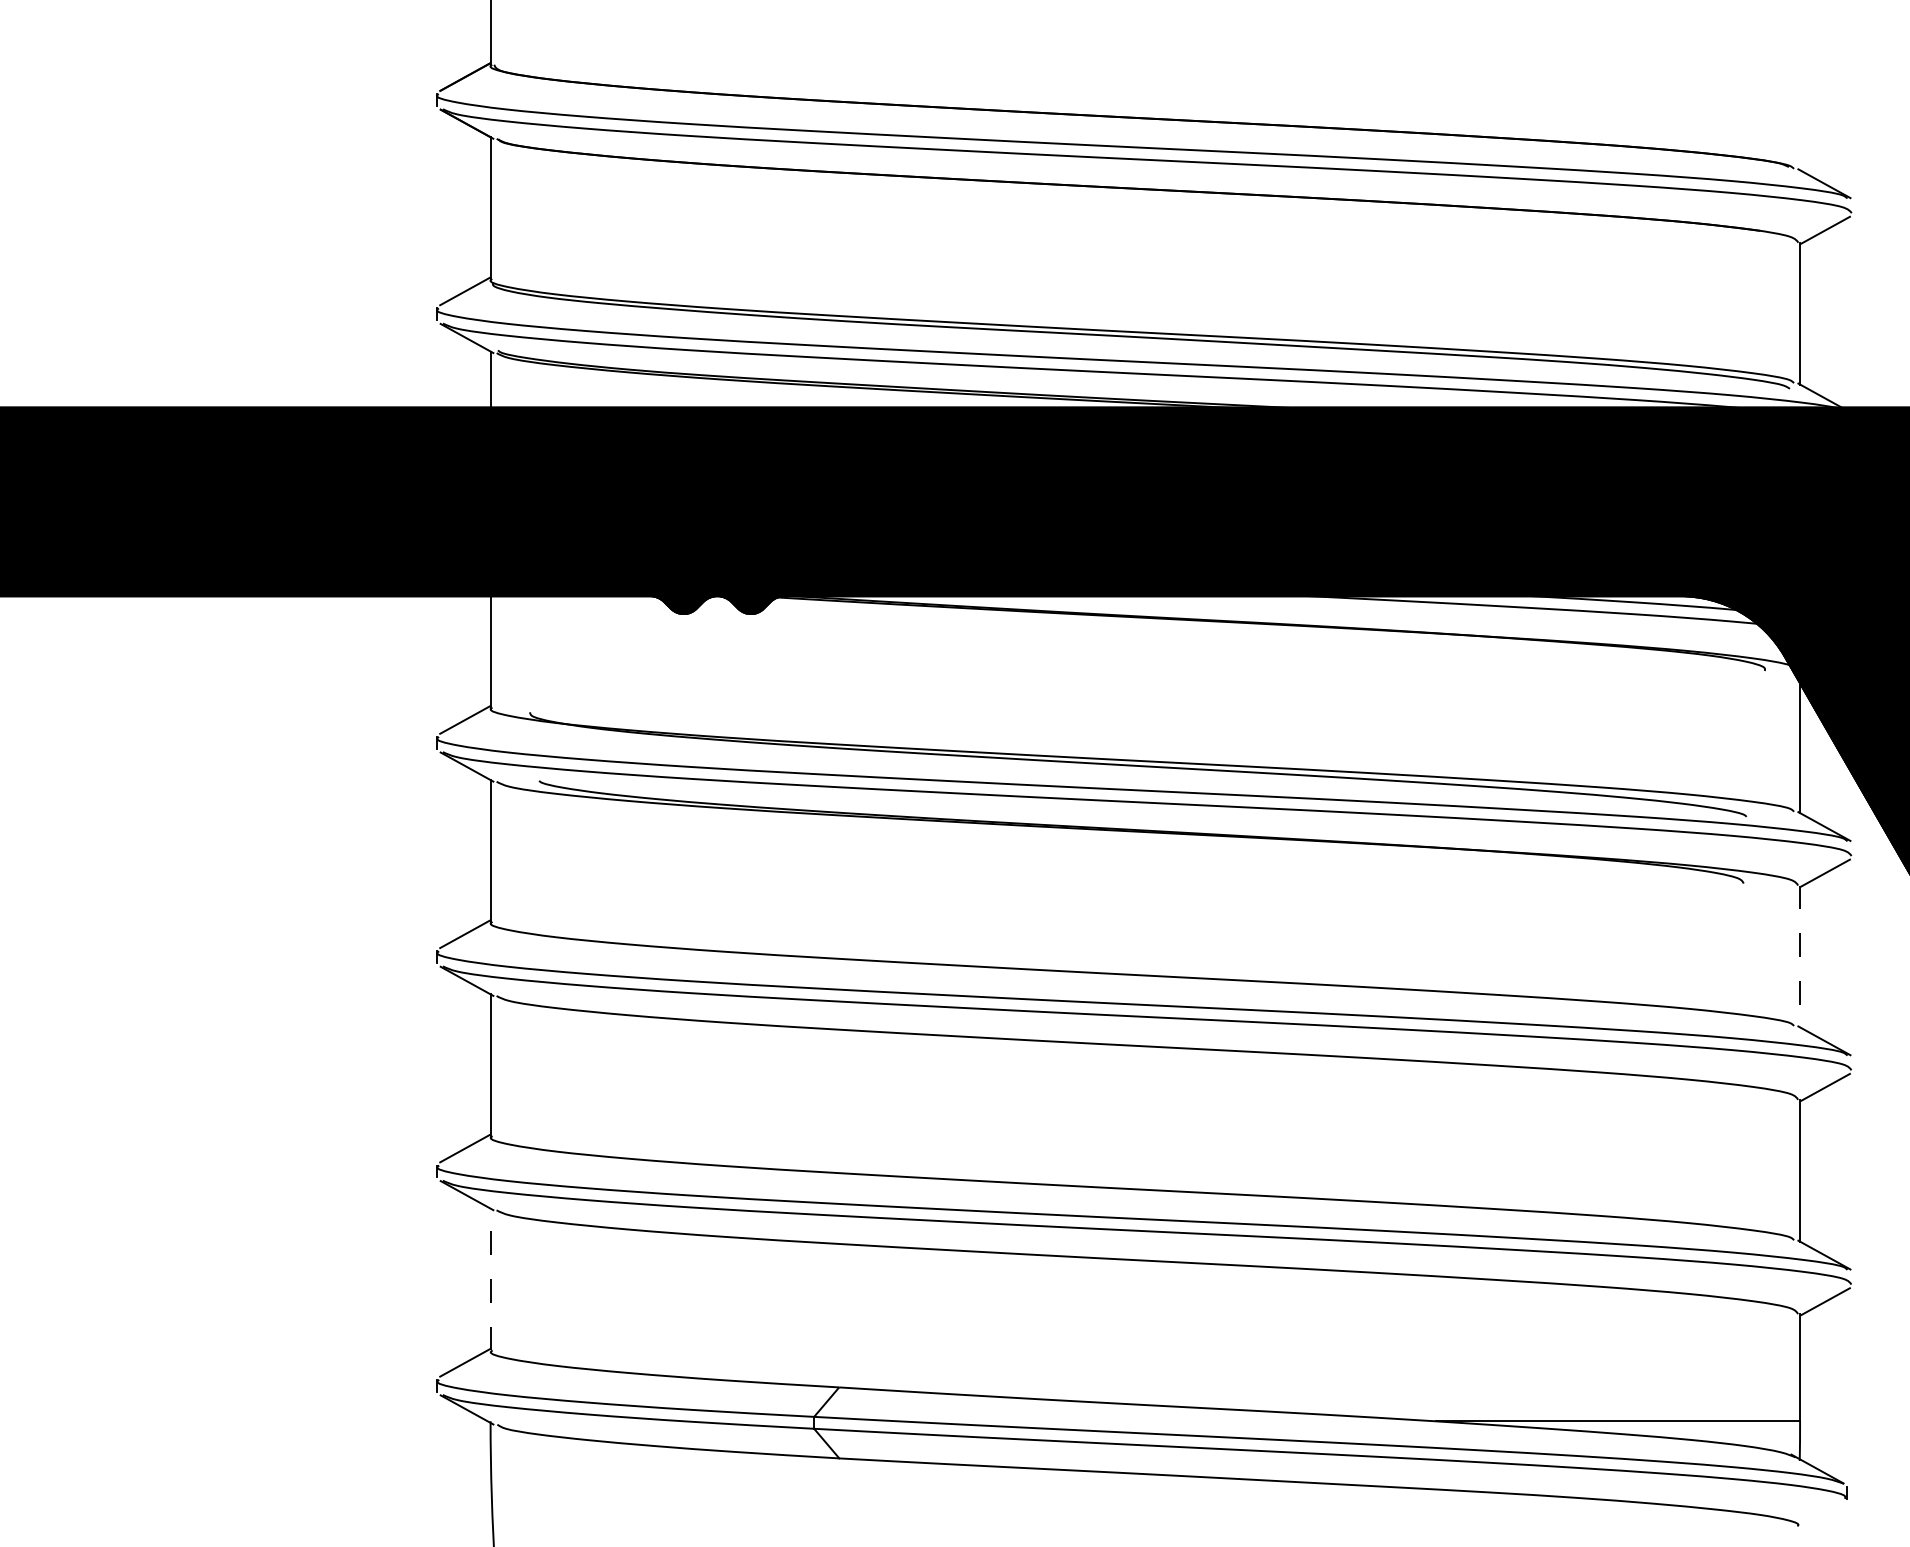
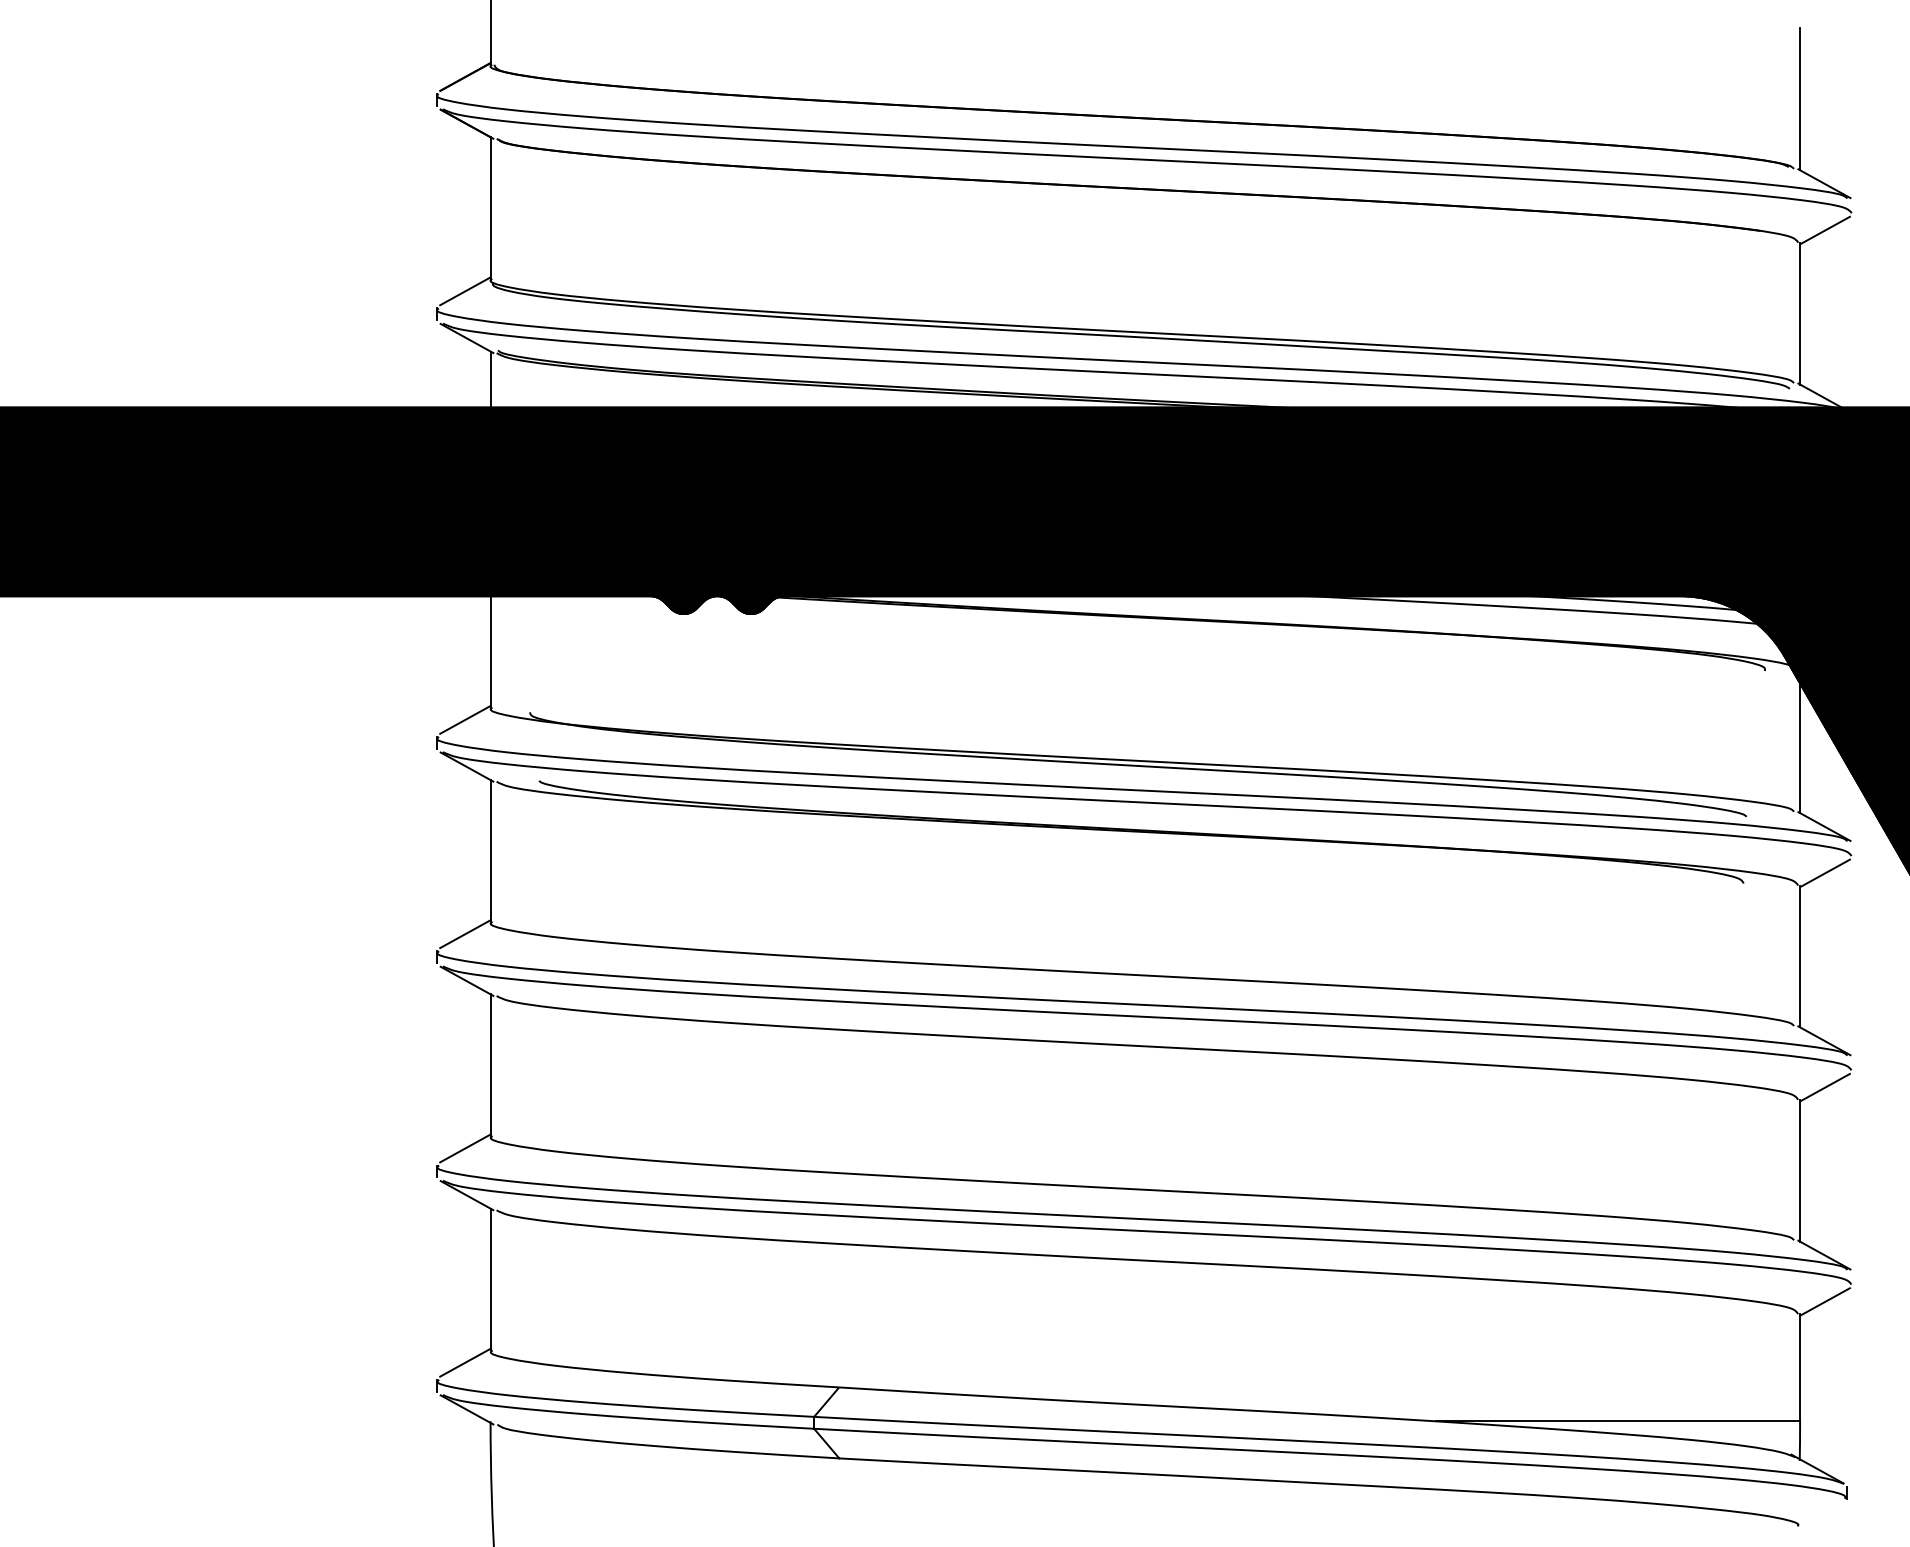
line at (1800, 99): none -> present
line at (1800, 956): dashed -> solid
line at (490, 1279): dashed -> solid
